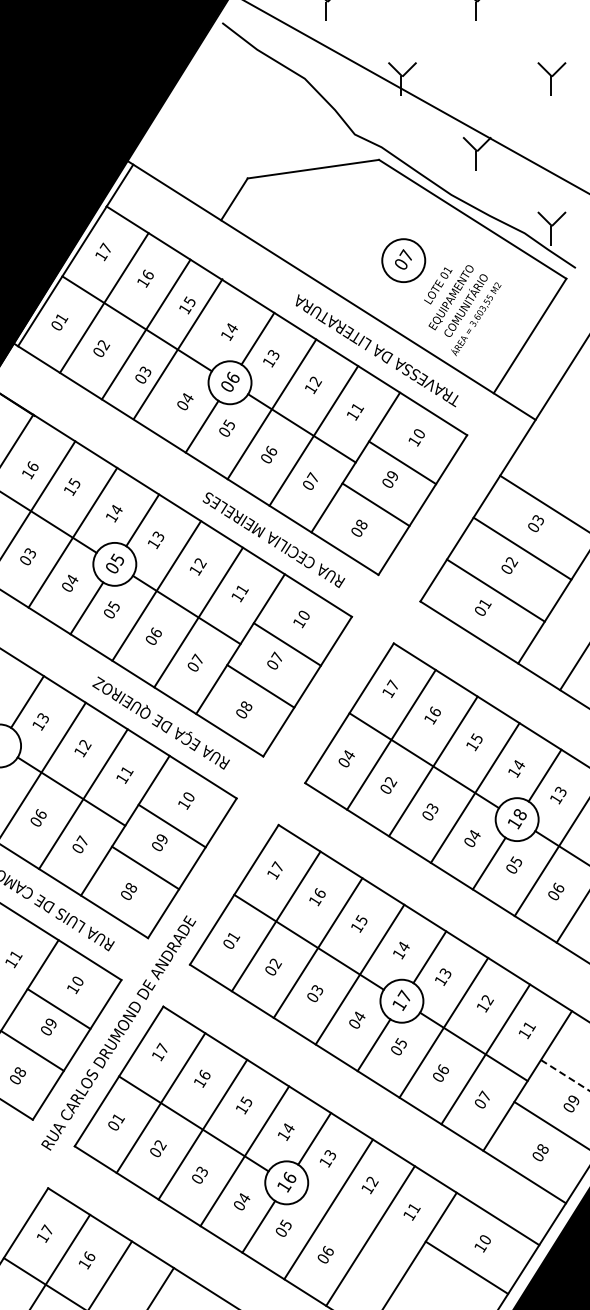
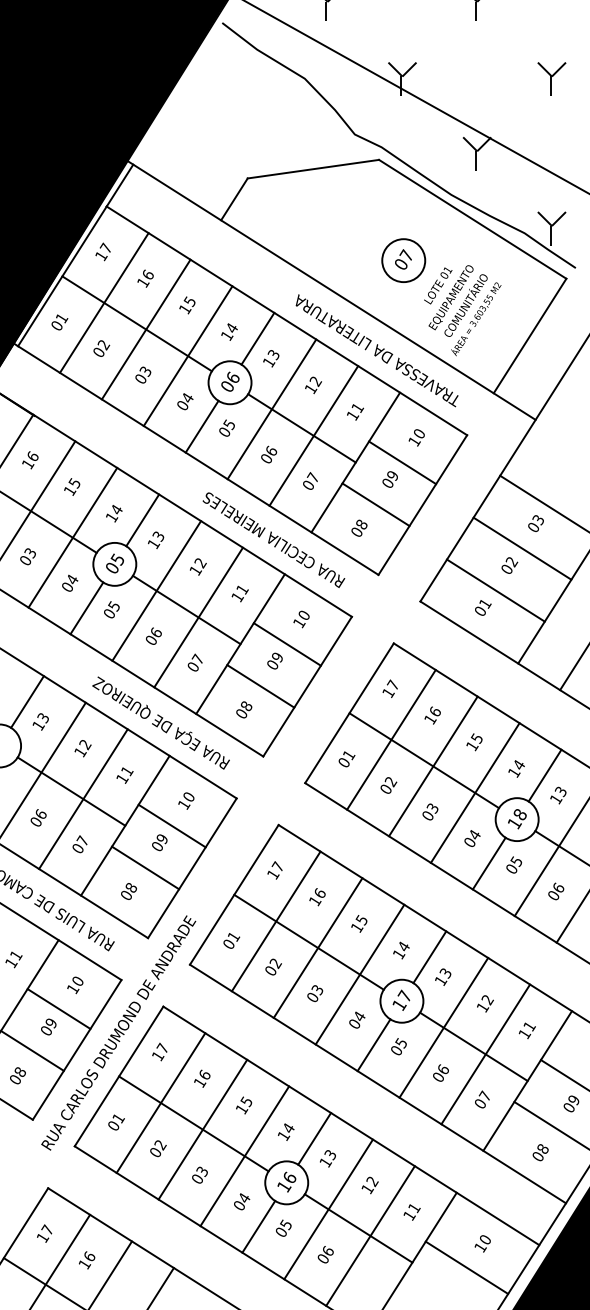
line at (177, 349) position: (177, 349) -> (187, 356)
text at (30, 470) position: (30, 470) -> (30, 460)
text at (276, 656): 07 -> 09
text at (349, 755): 04 -> 01
line at (565, 1075): dashed -> solid
line at (358, 1228): none -> present
